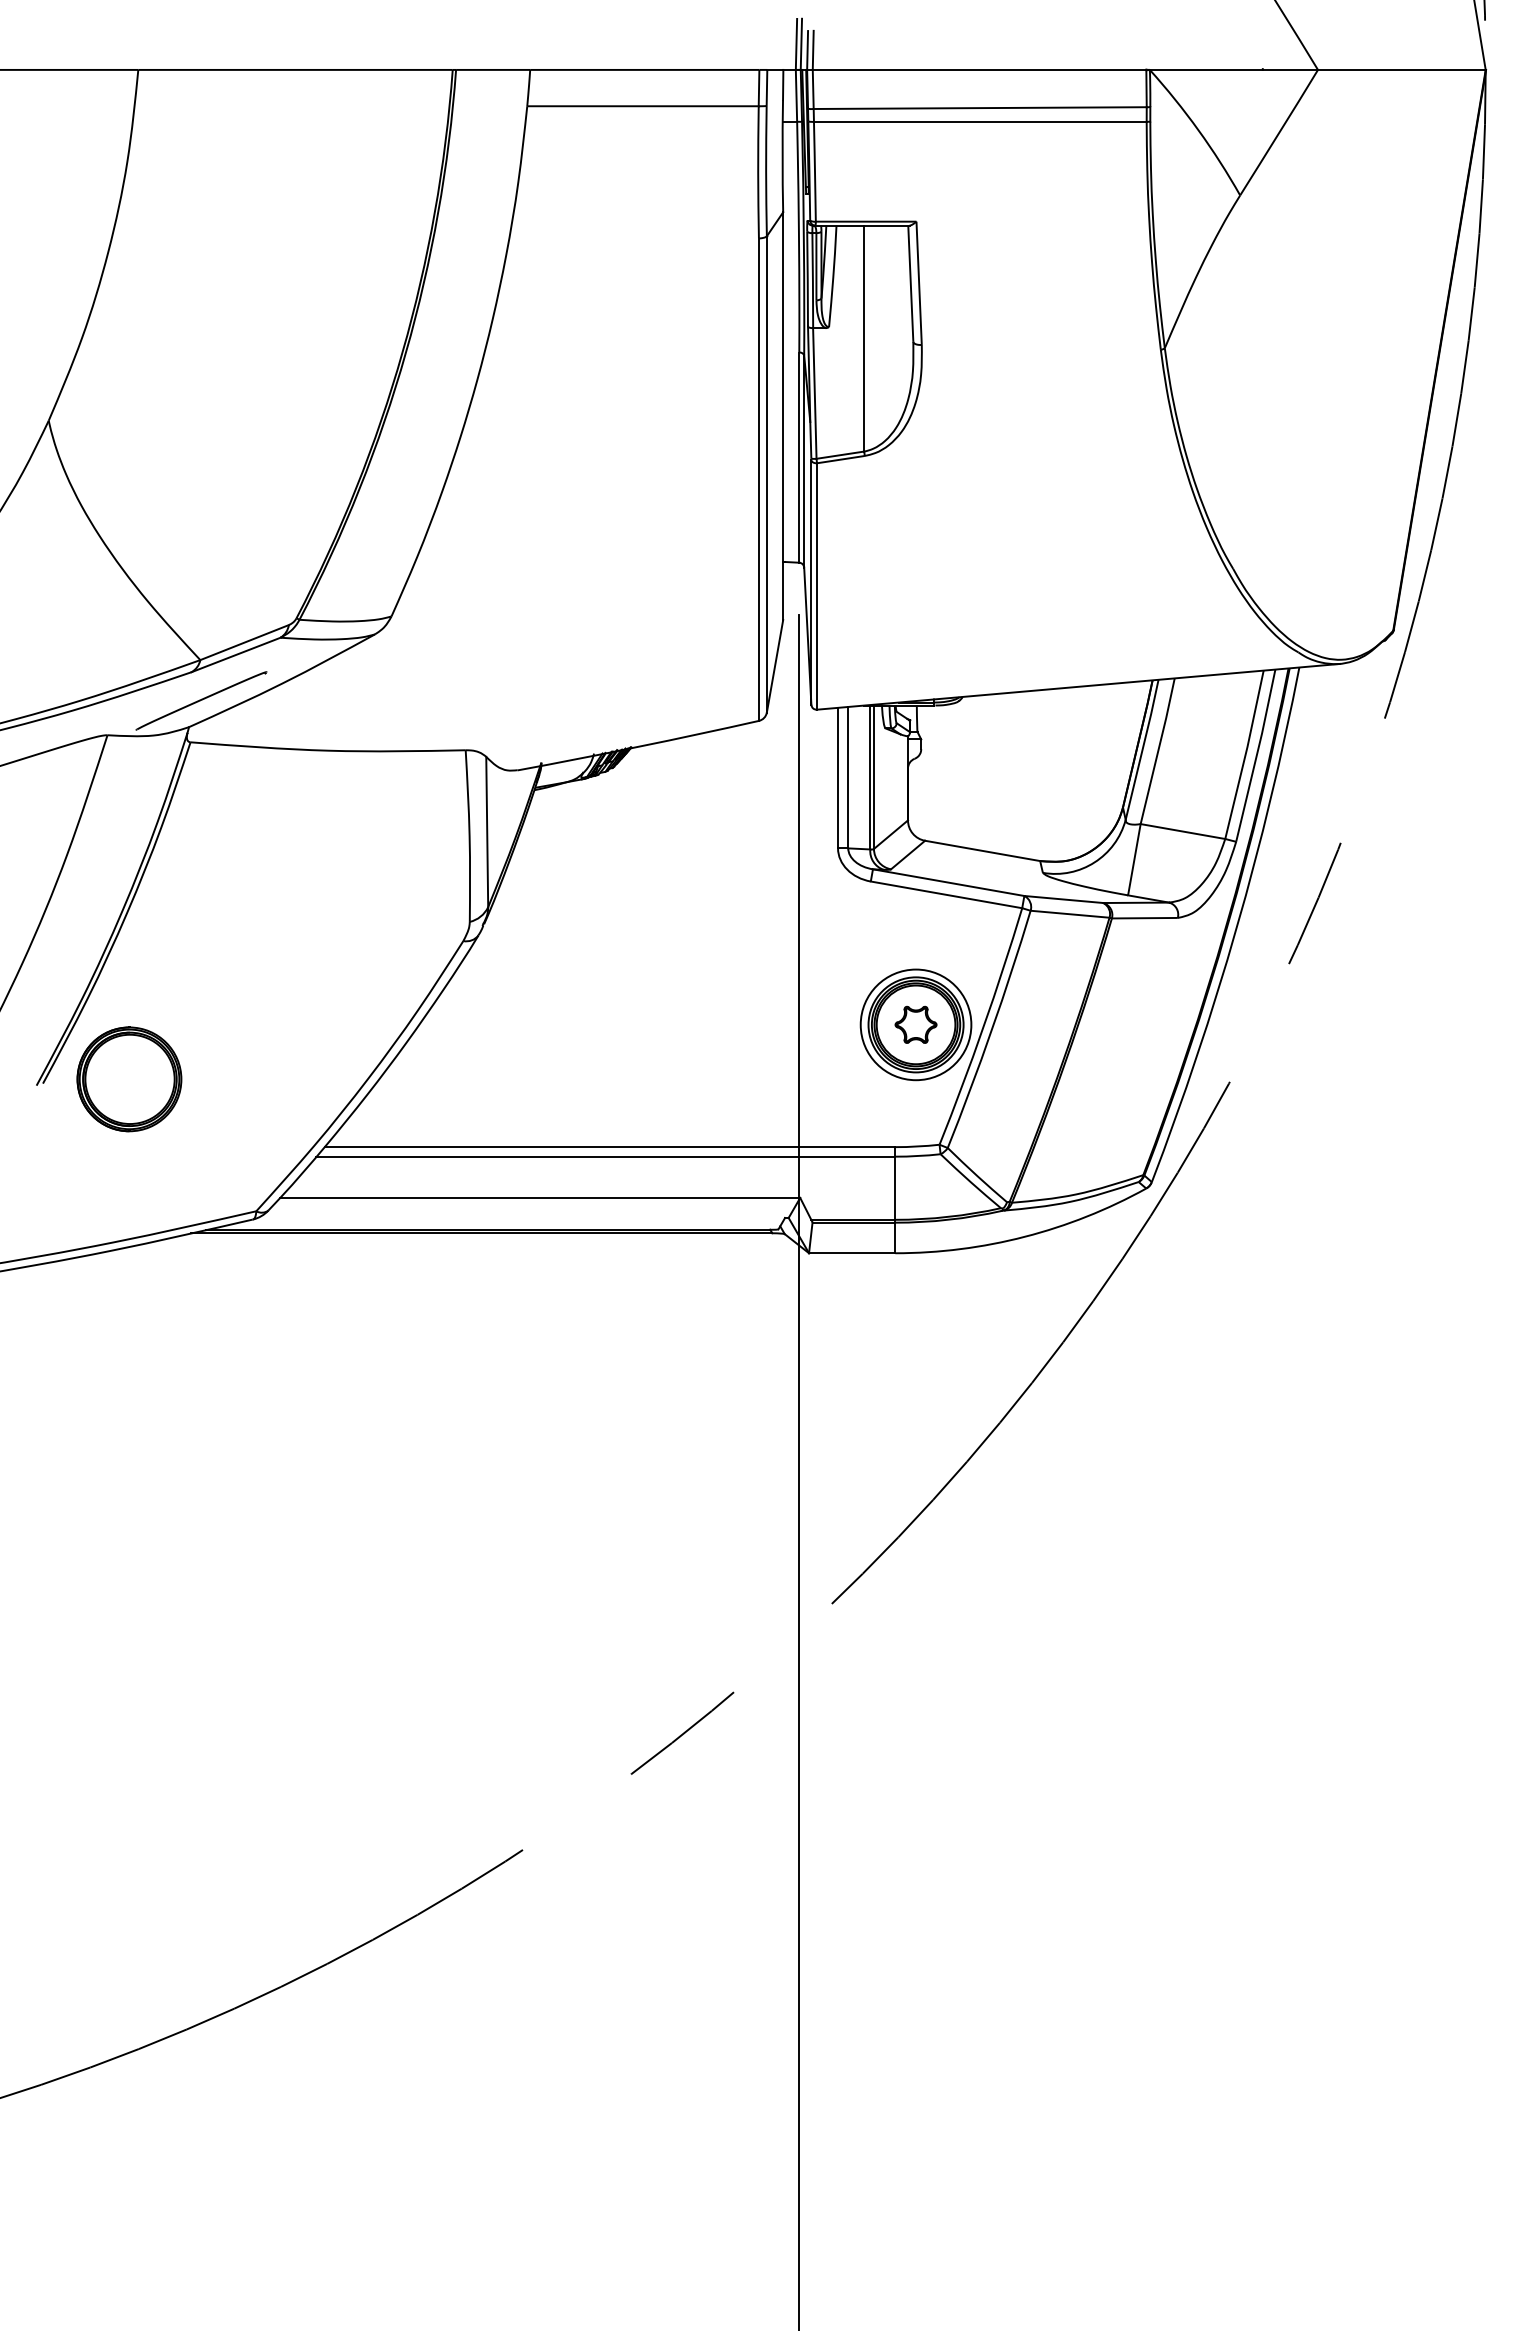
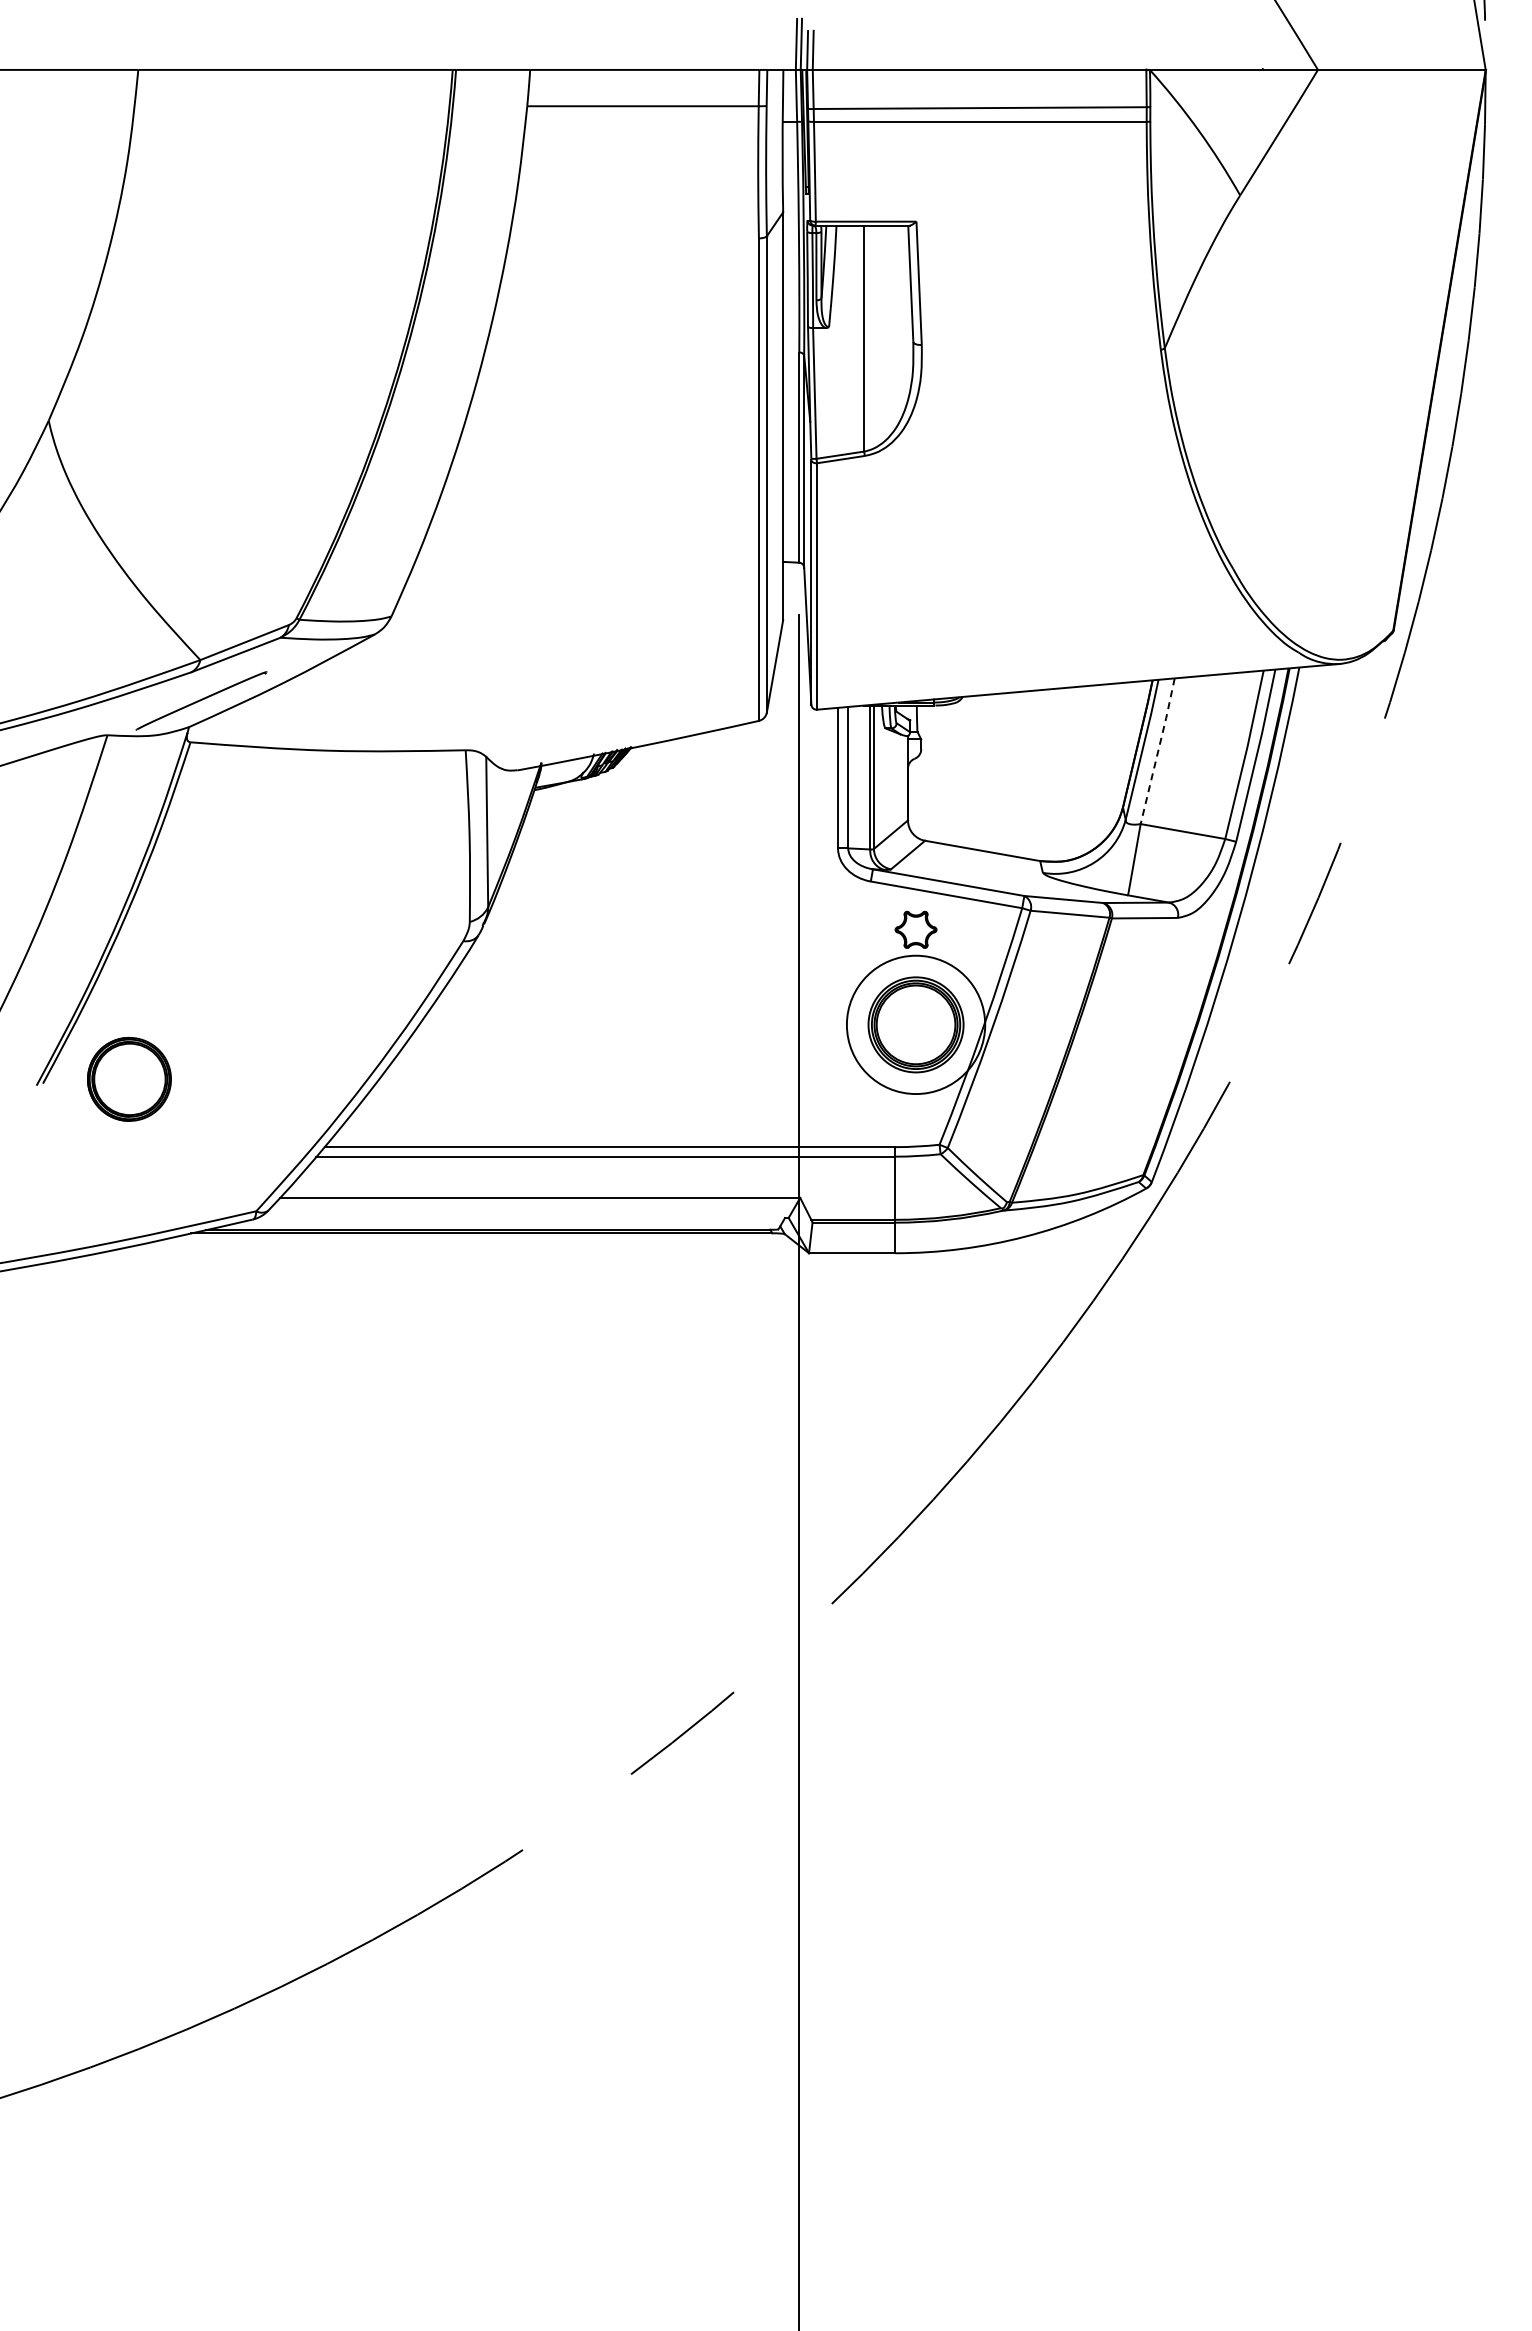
line at (1158, 751): solid -> dashed
circle at (915, 1024) diameter: 111 px -> 138 px
part at (915, 1024) position: (915, 1024) -> (915, 929)
part at (129, 1079) size: 107x107 px -> 85x85 px
